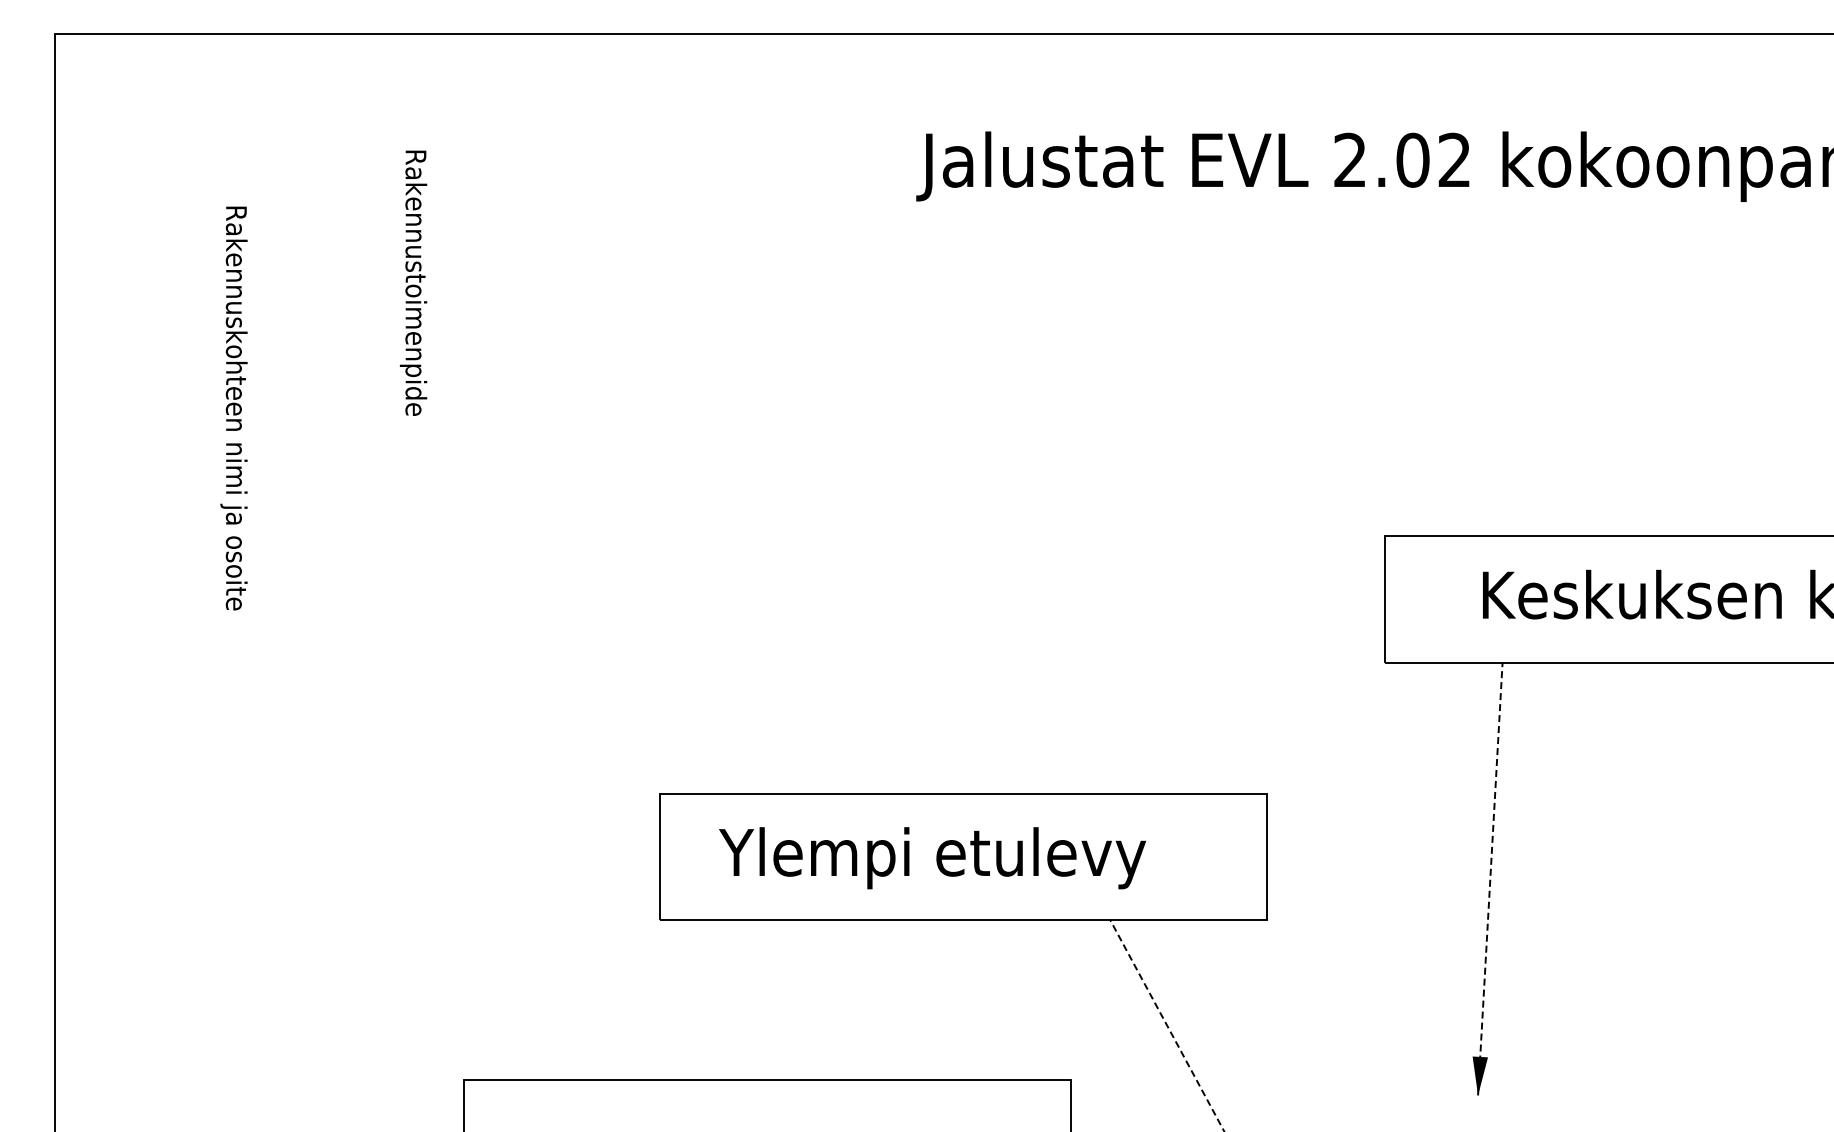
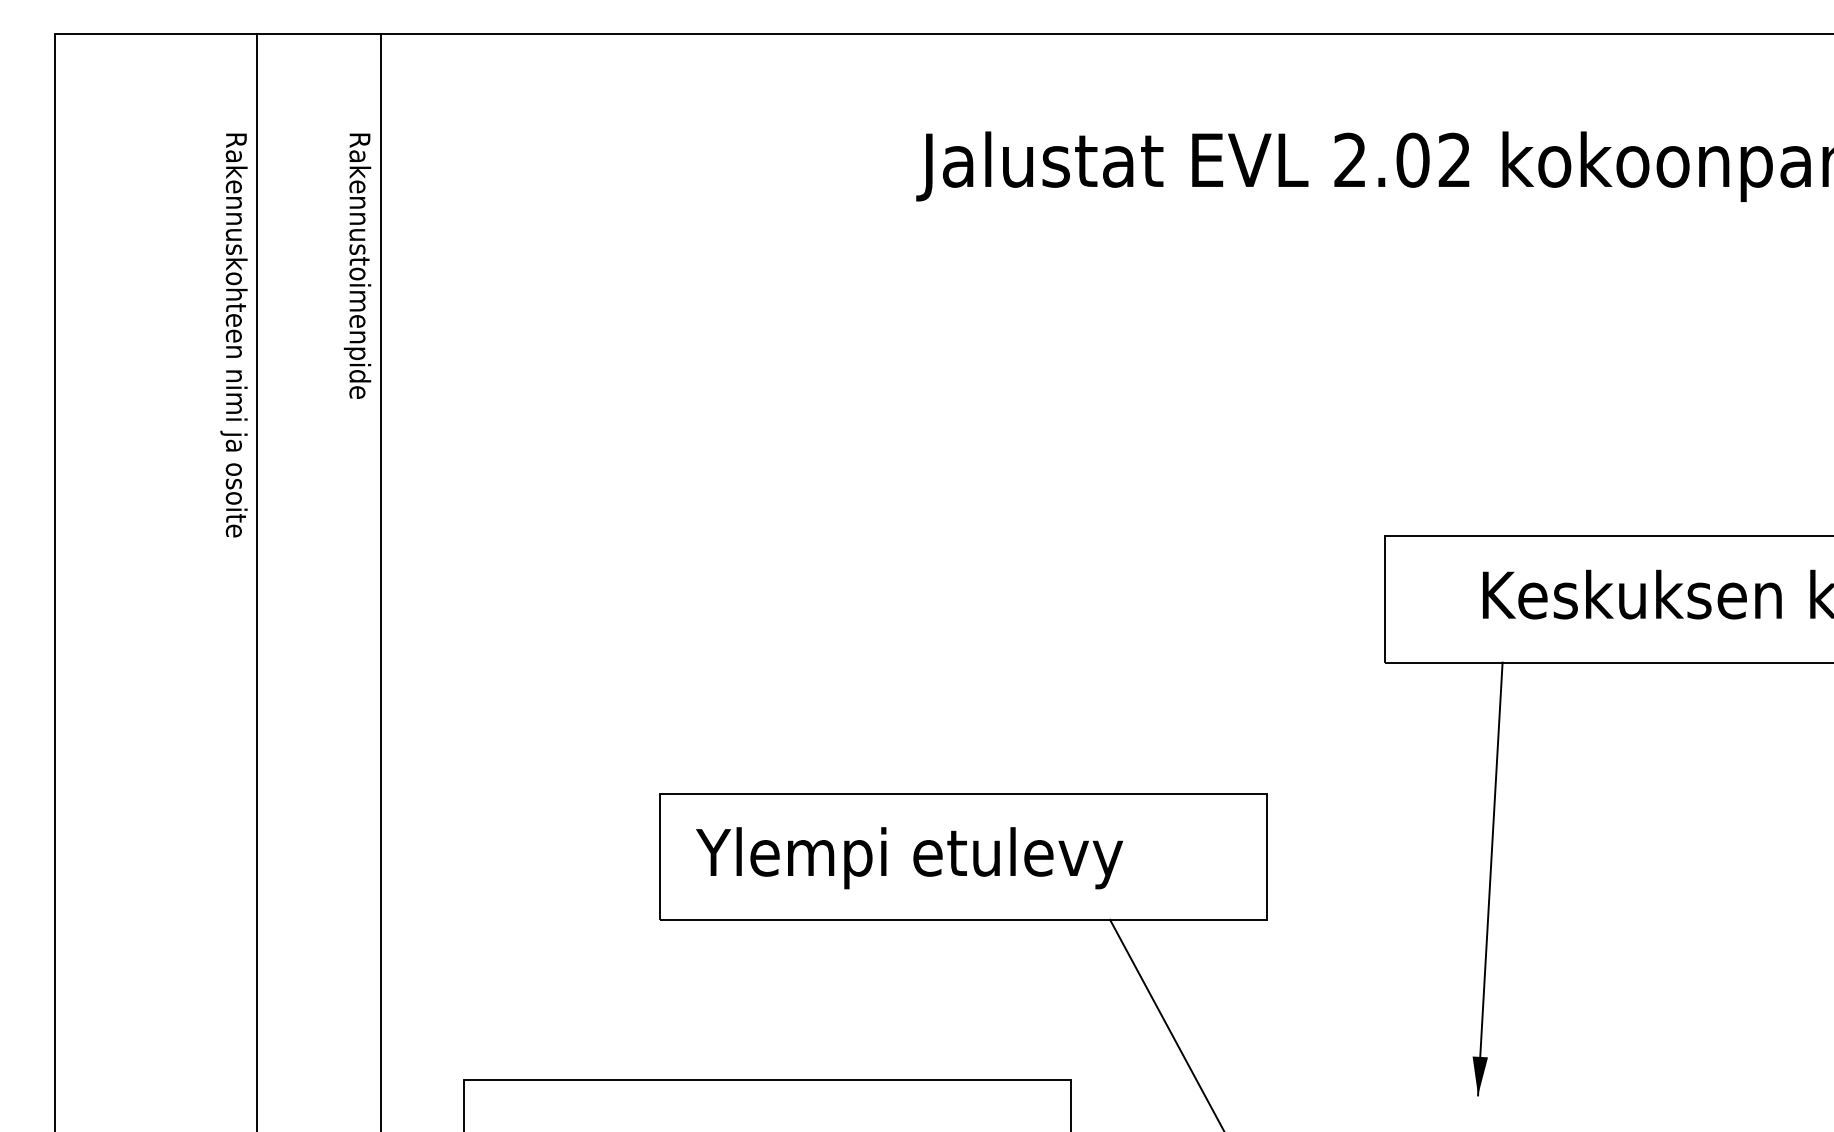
text at (413, 282) position: (413, 282) -> (357, 265)
text at (233, 408) position: (233, 408) -> (233, 335)
line at (257, 581): none -> present
line at (380, 581): none -> present
text at (932, 858) position: (932, 858) -> (909, 858)
line at (1490, 879): dashed -> solid
line at (1166, 1025): dashed -> solid
